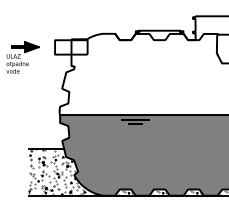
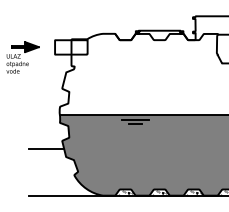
hatch at (61, 172): present -> none
